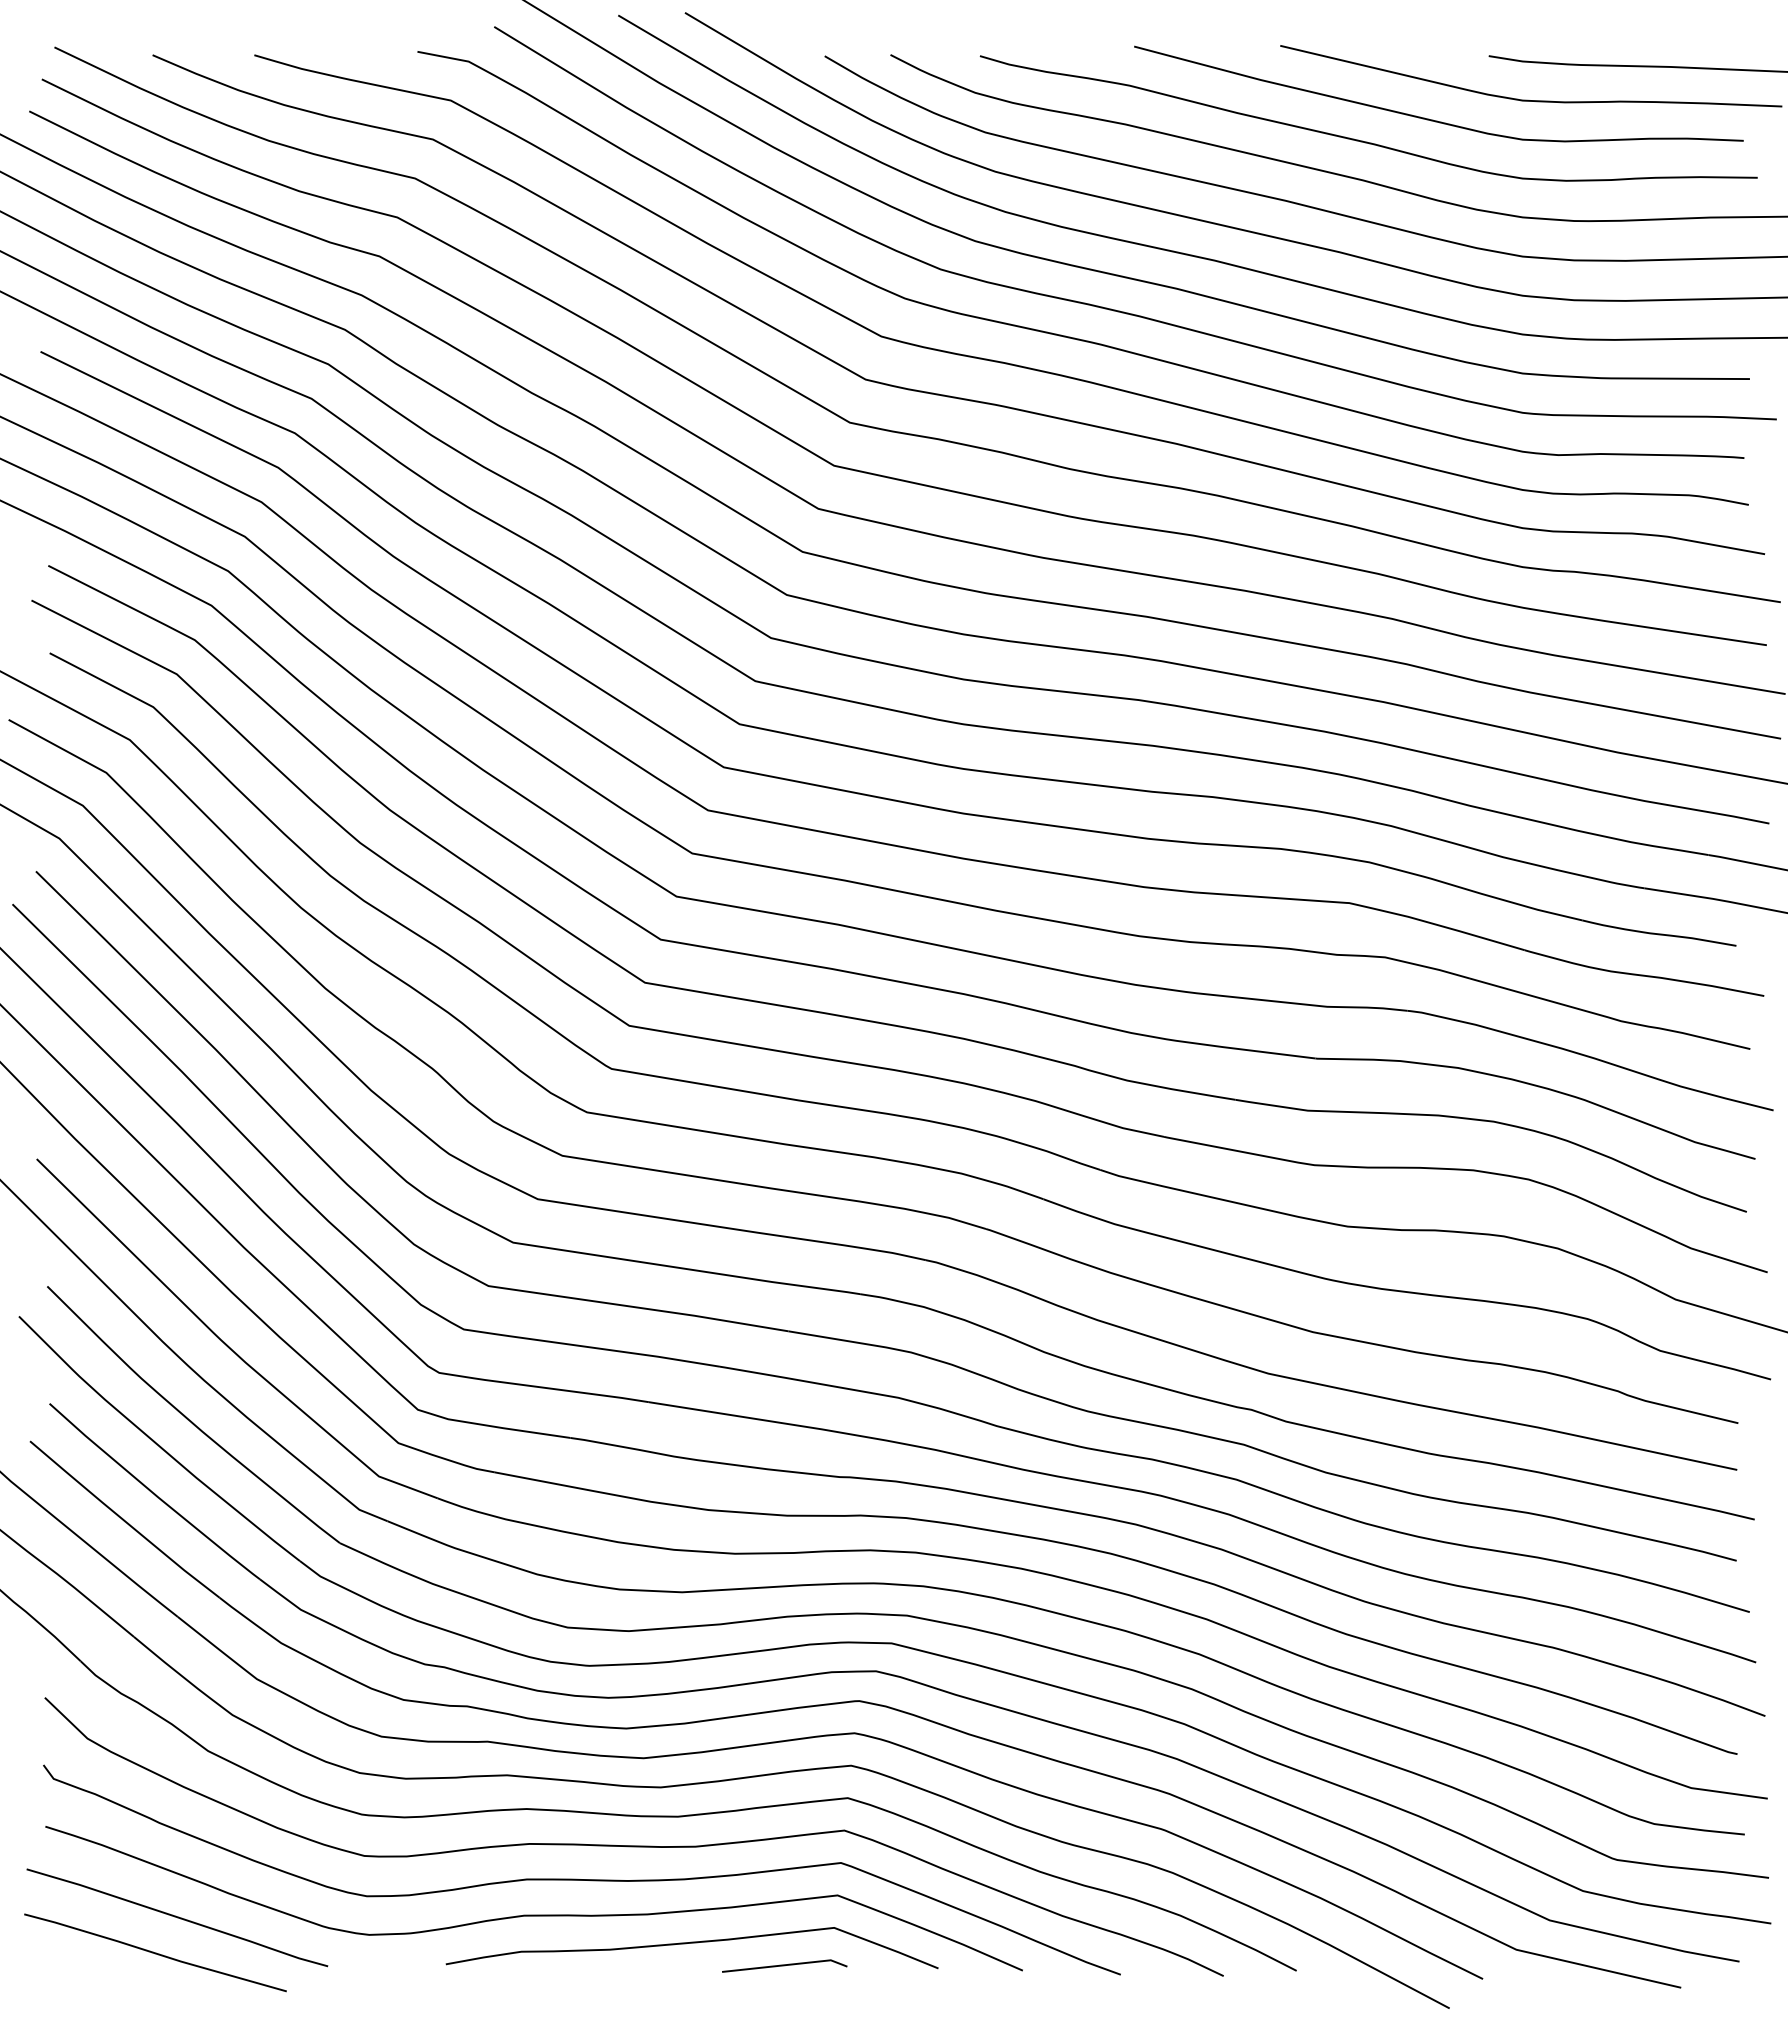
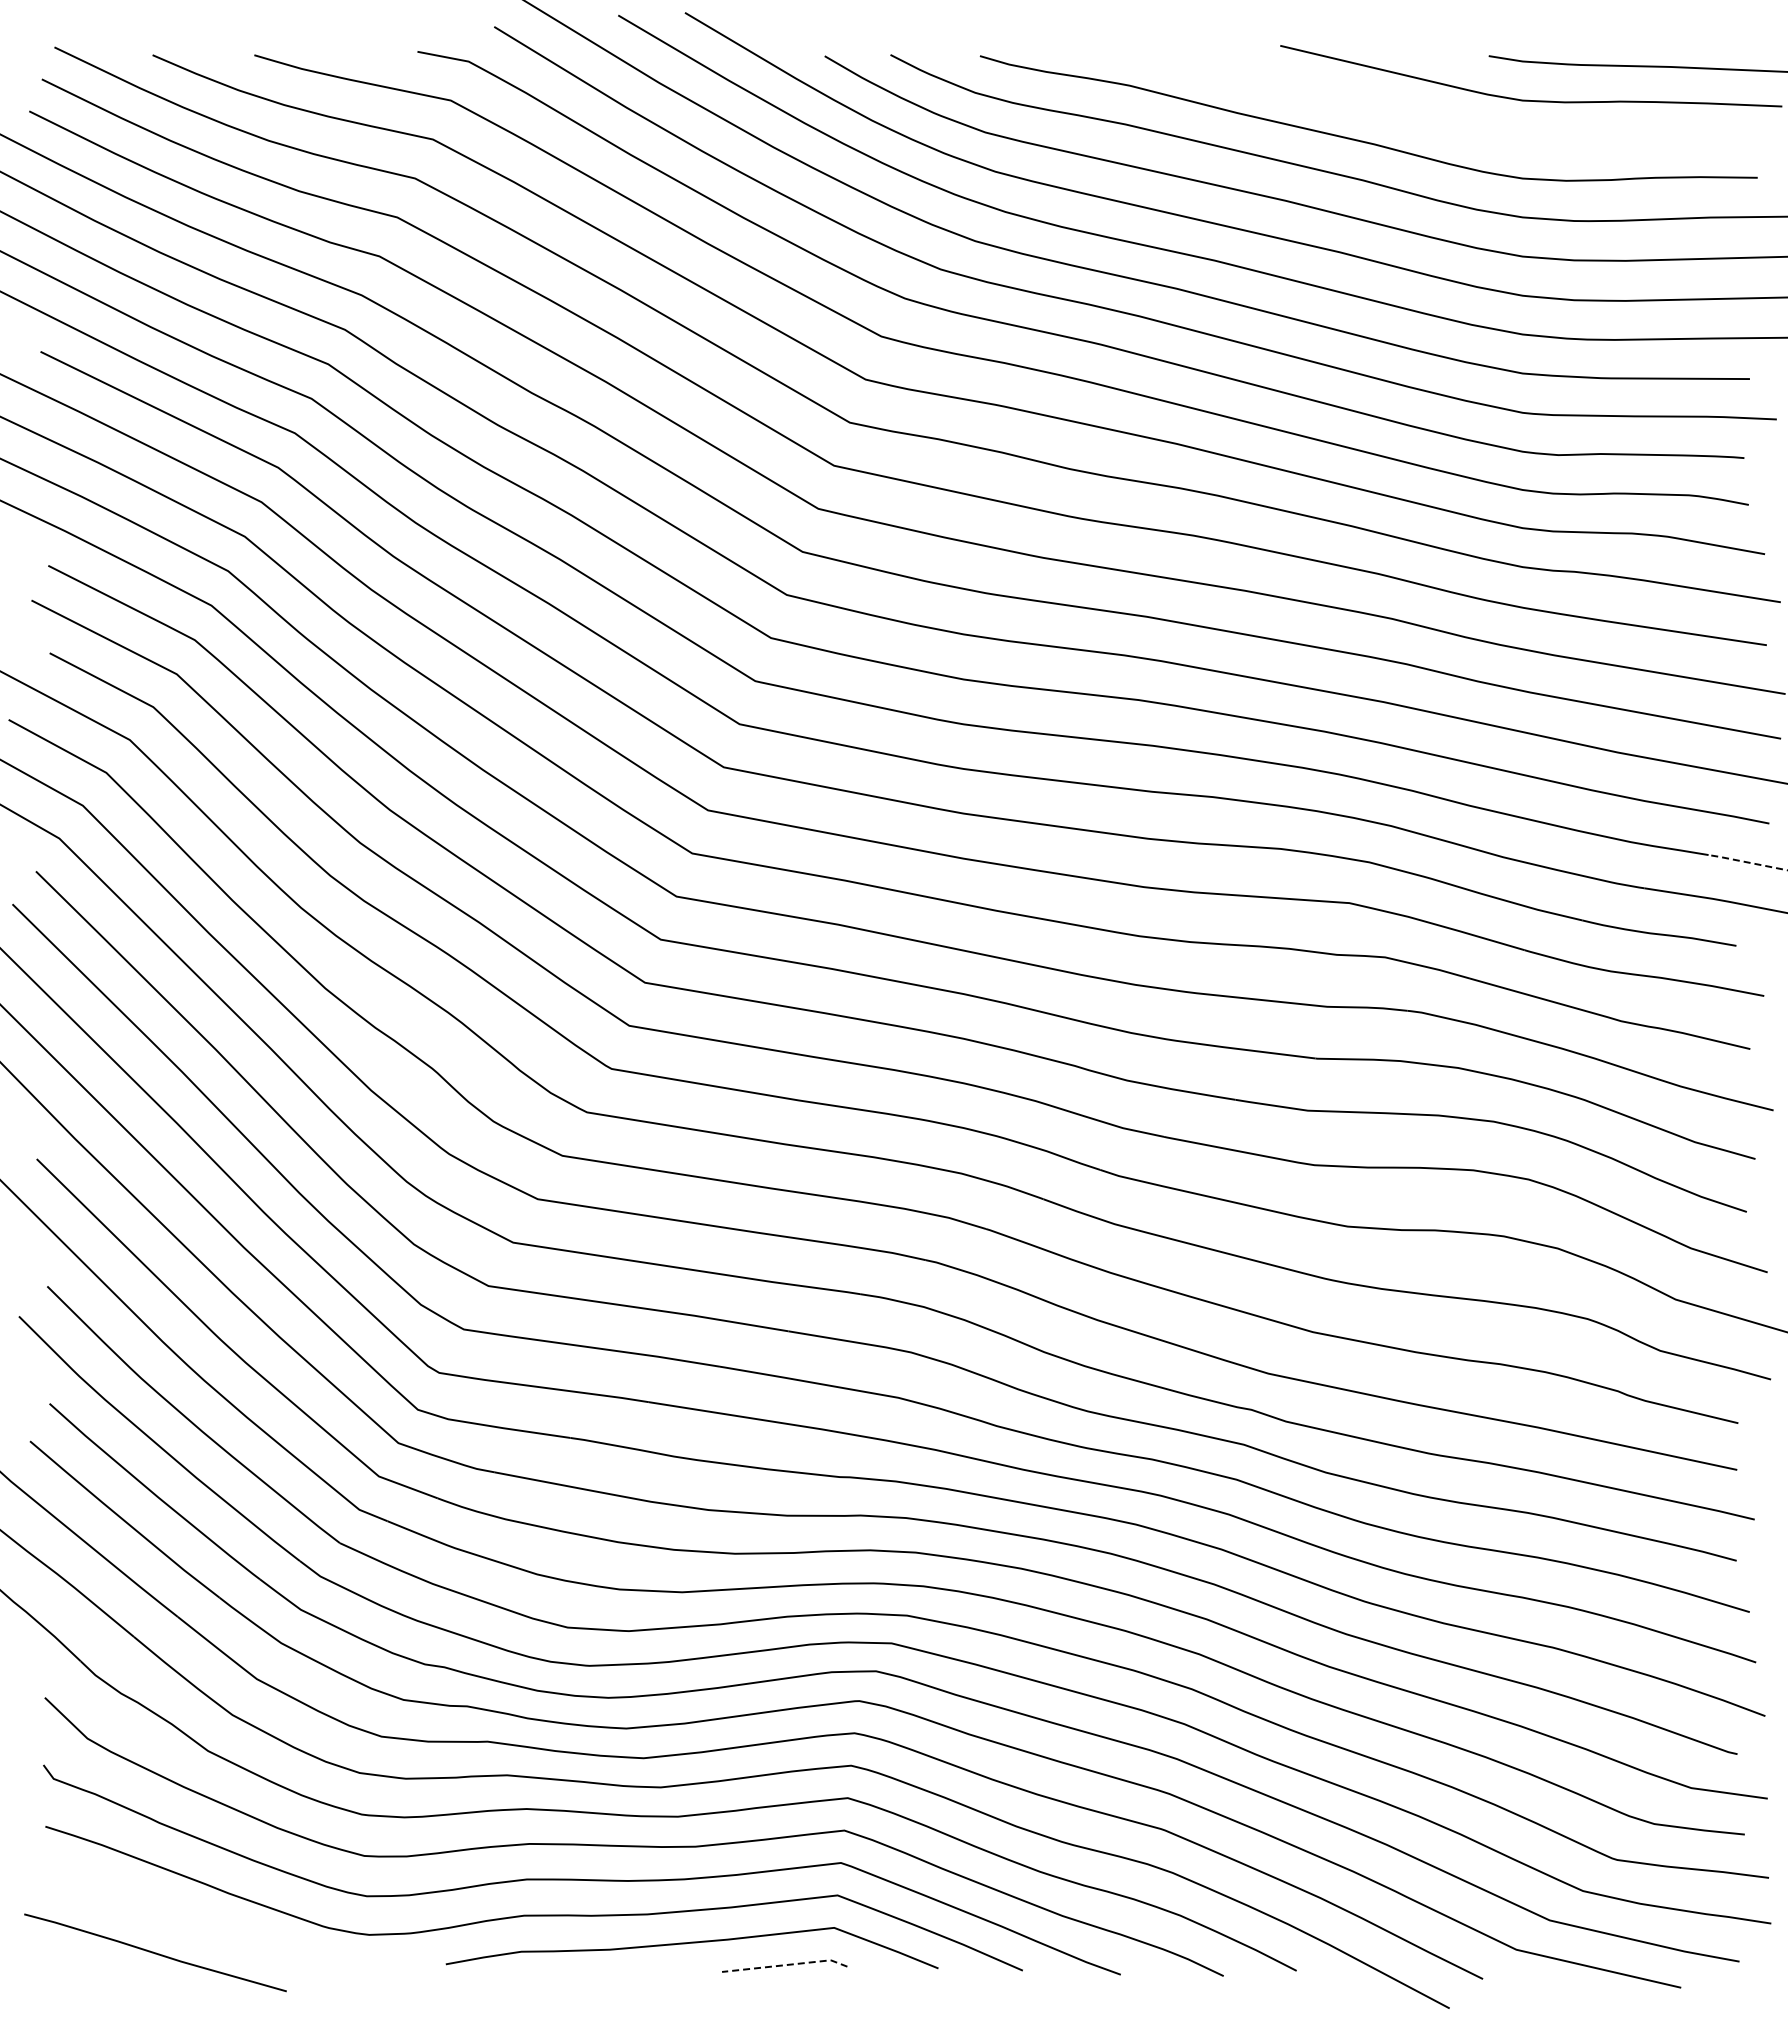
curve at (1433, 119): present -> none
line at (1747, 862): solid -> dashed
curve at (177, 1917): present -> none
line at (785, 1965): solid -> dashed
